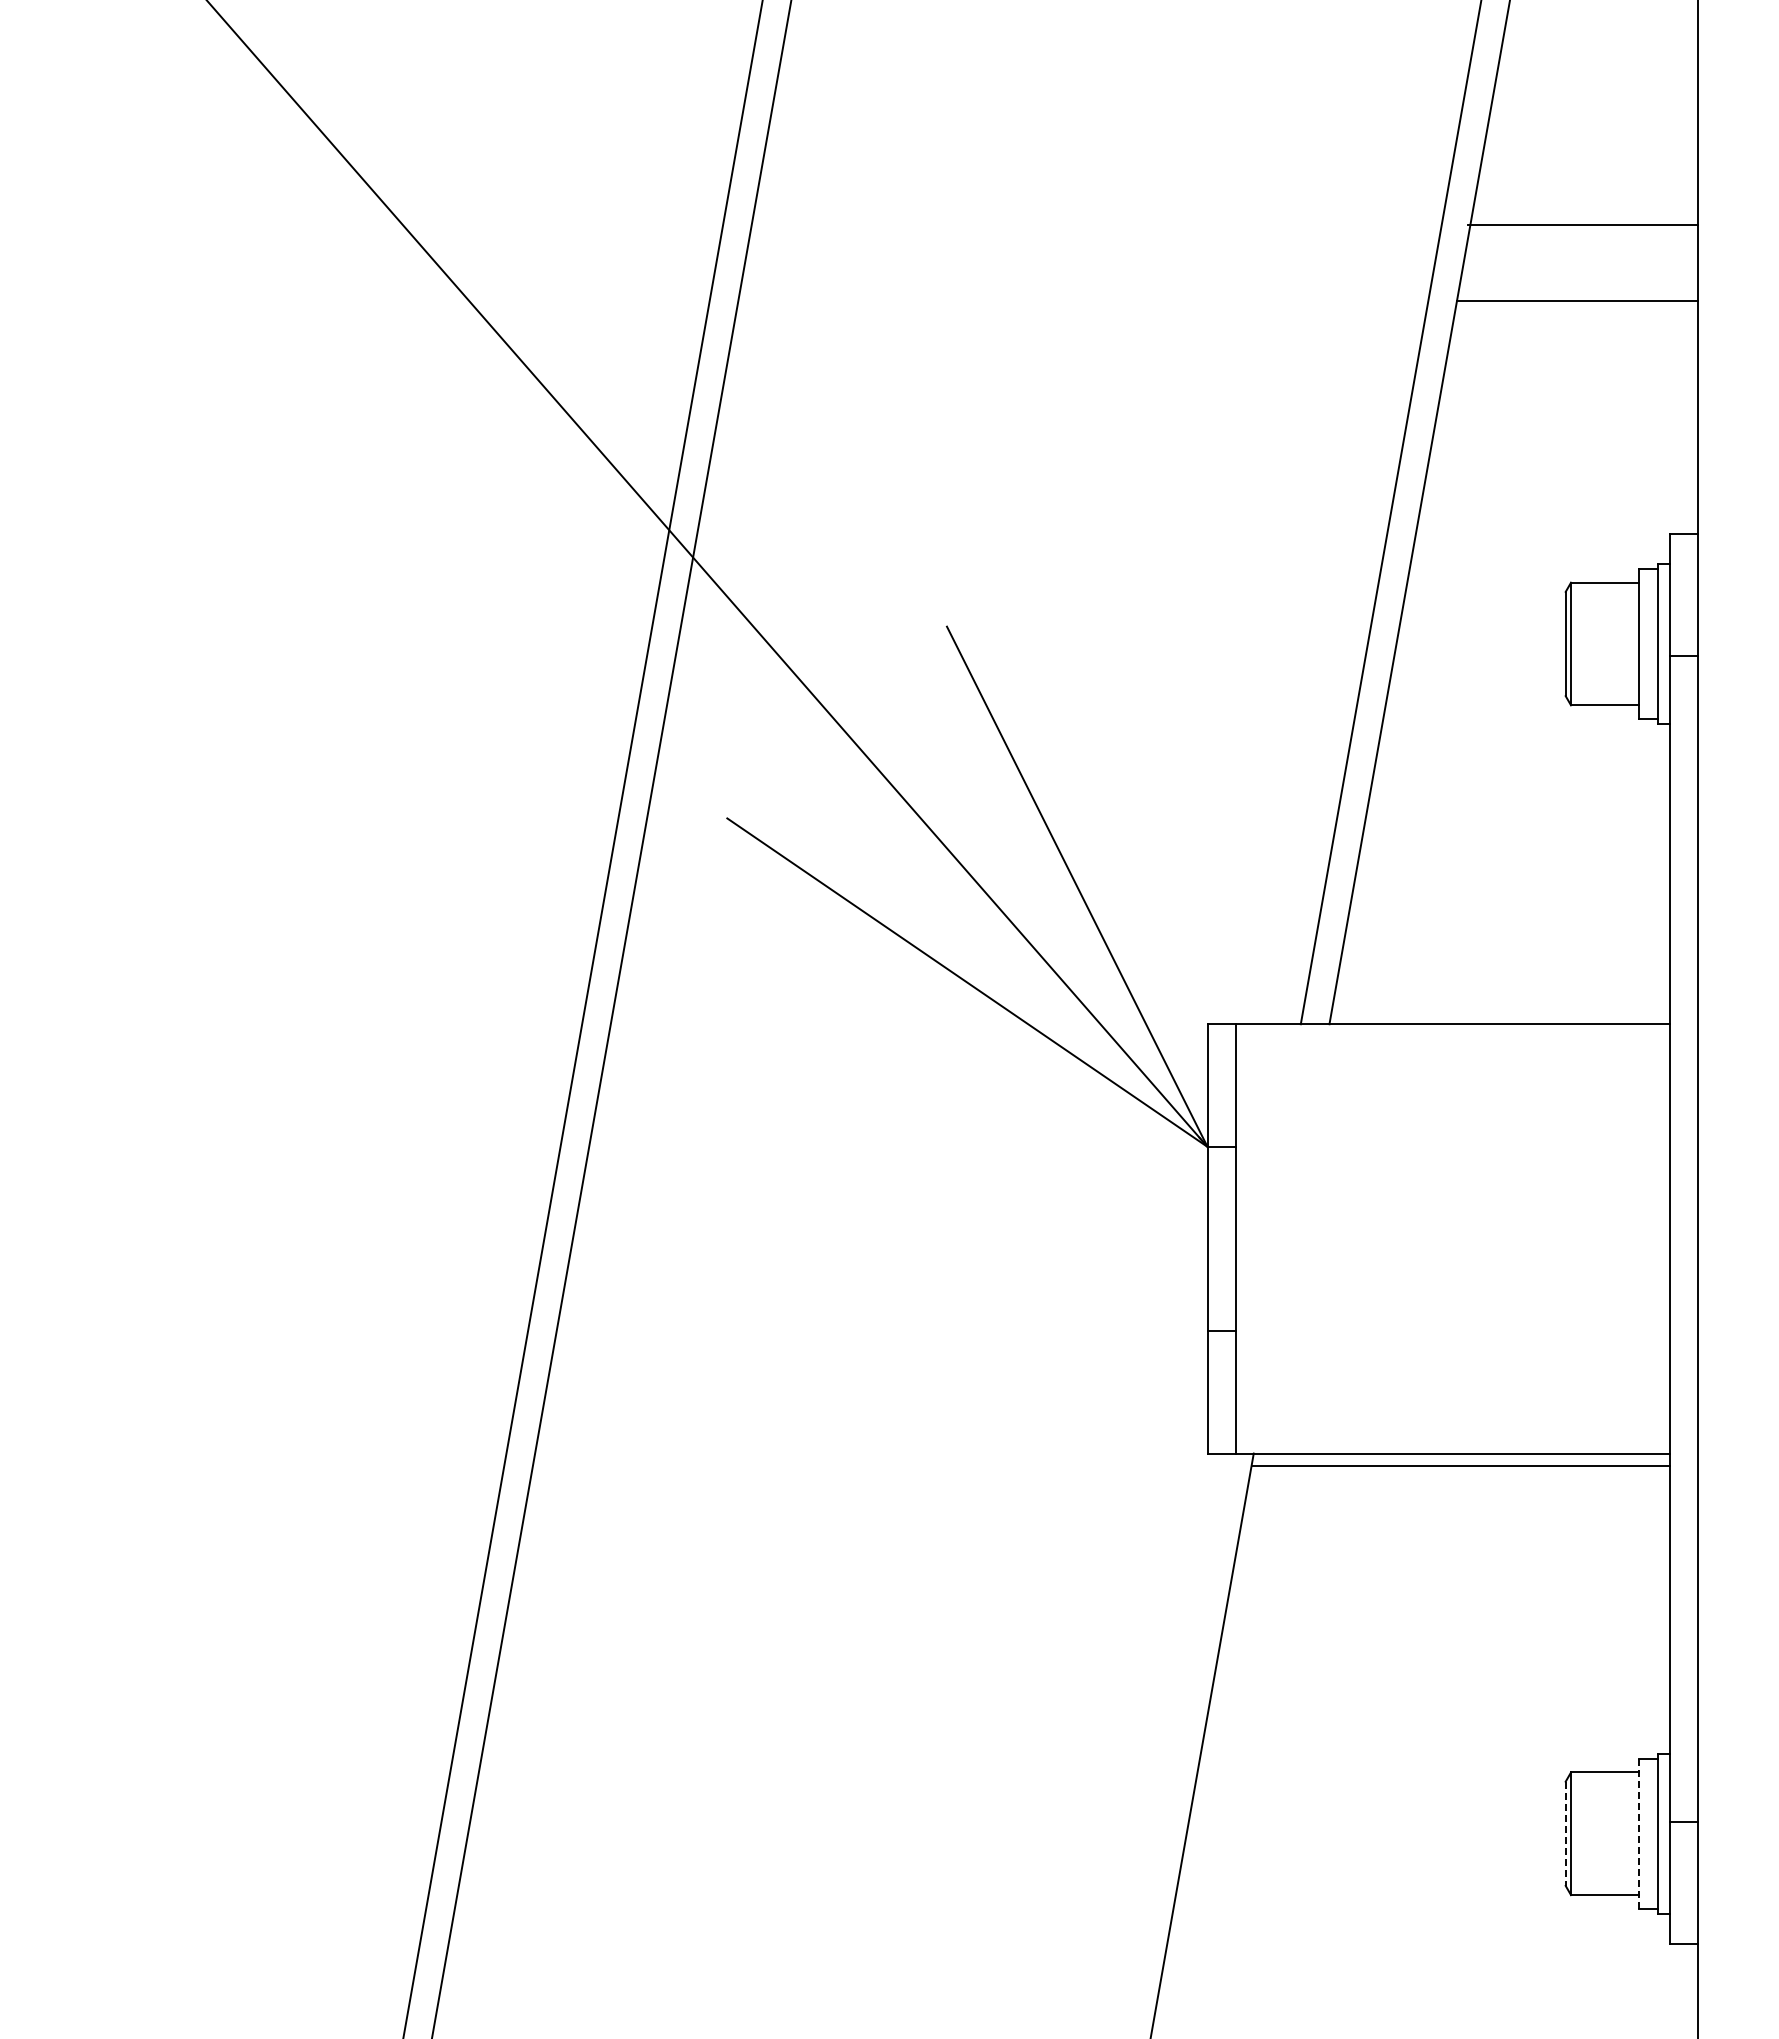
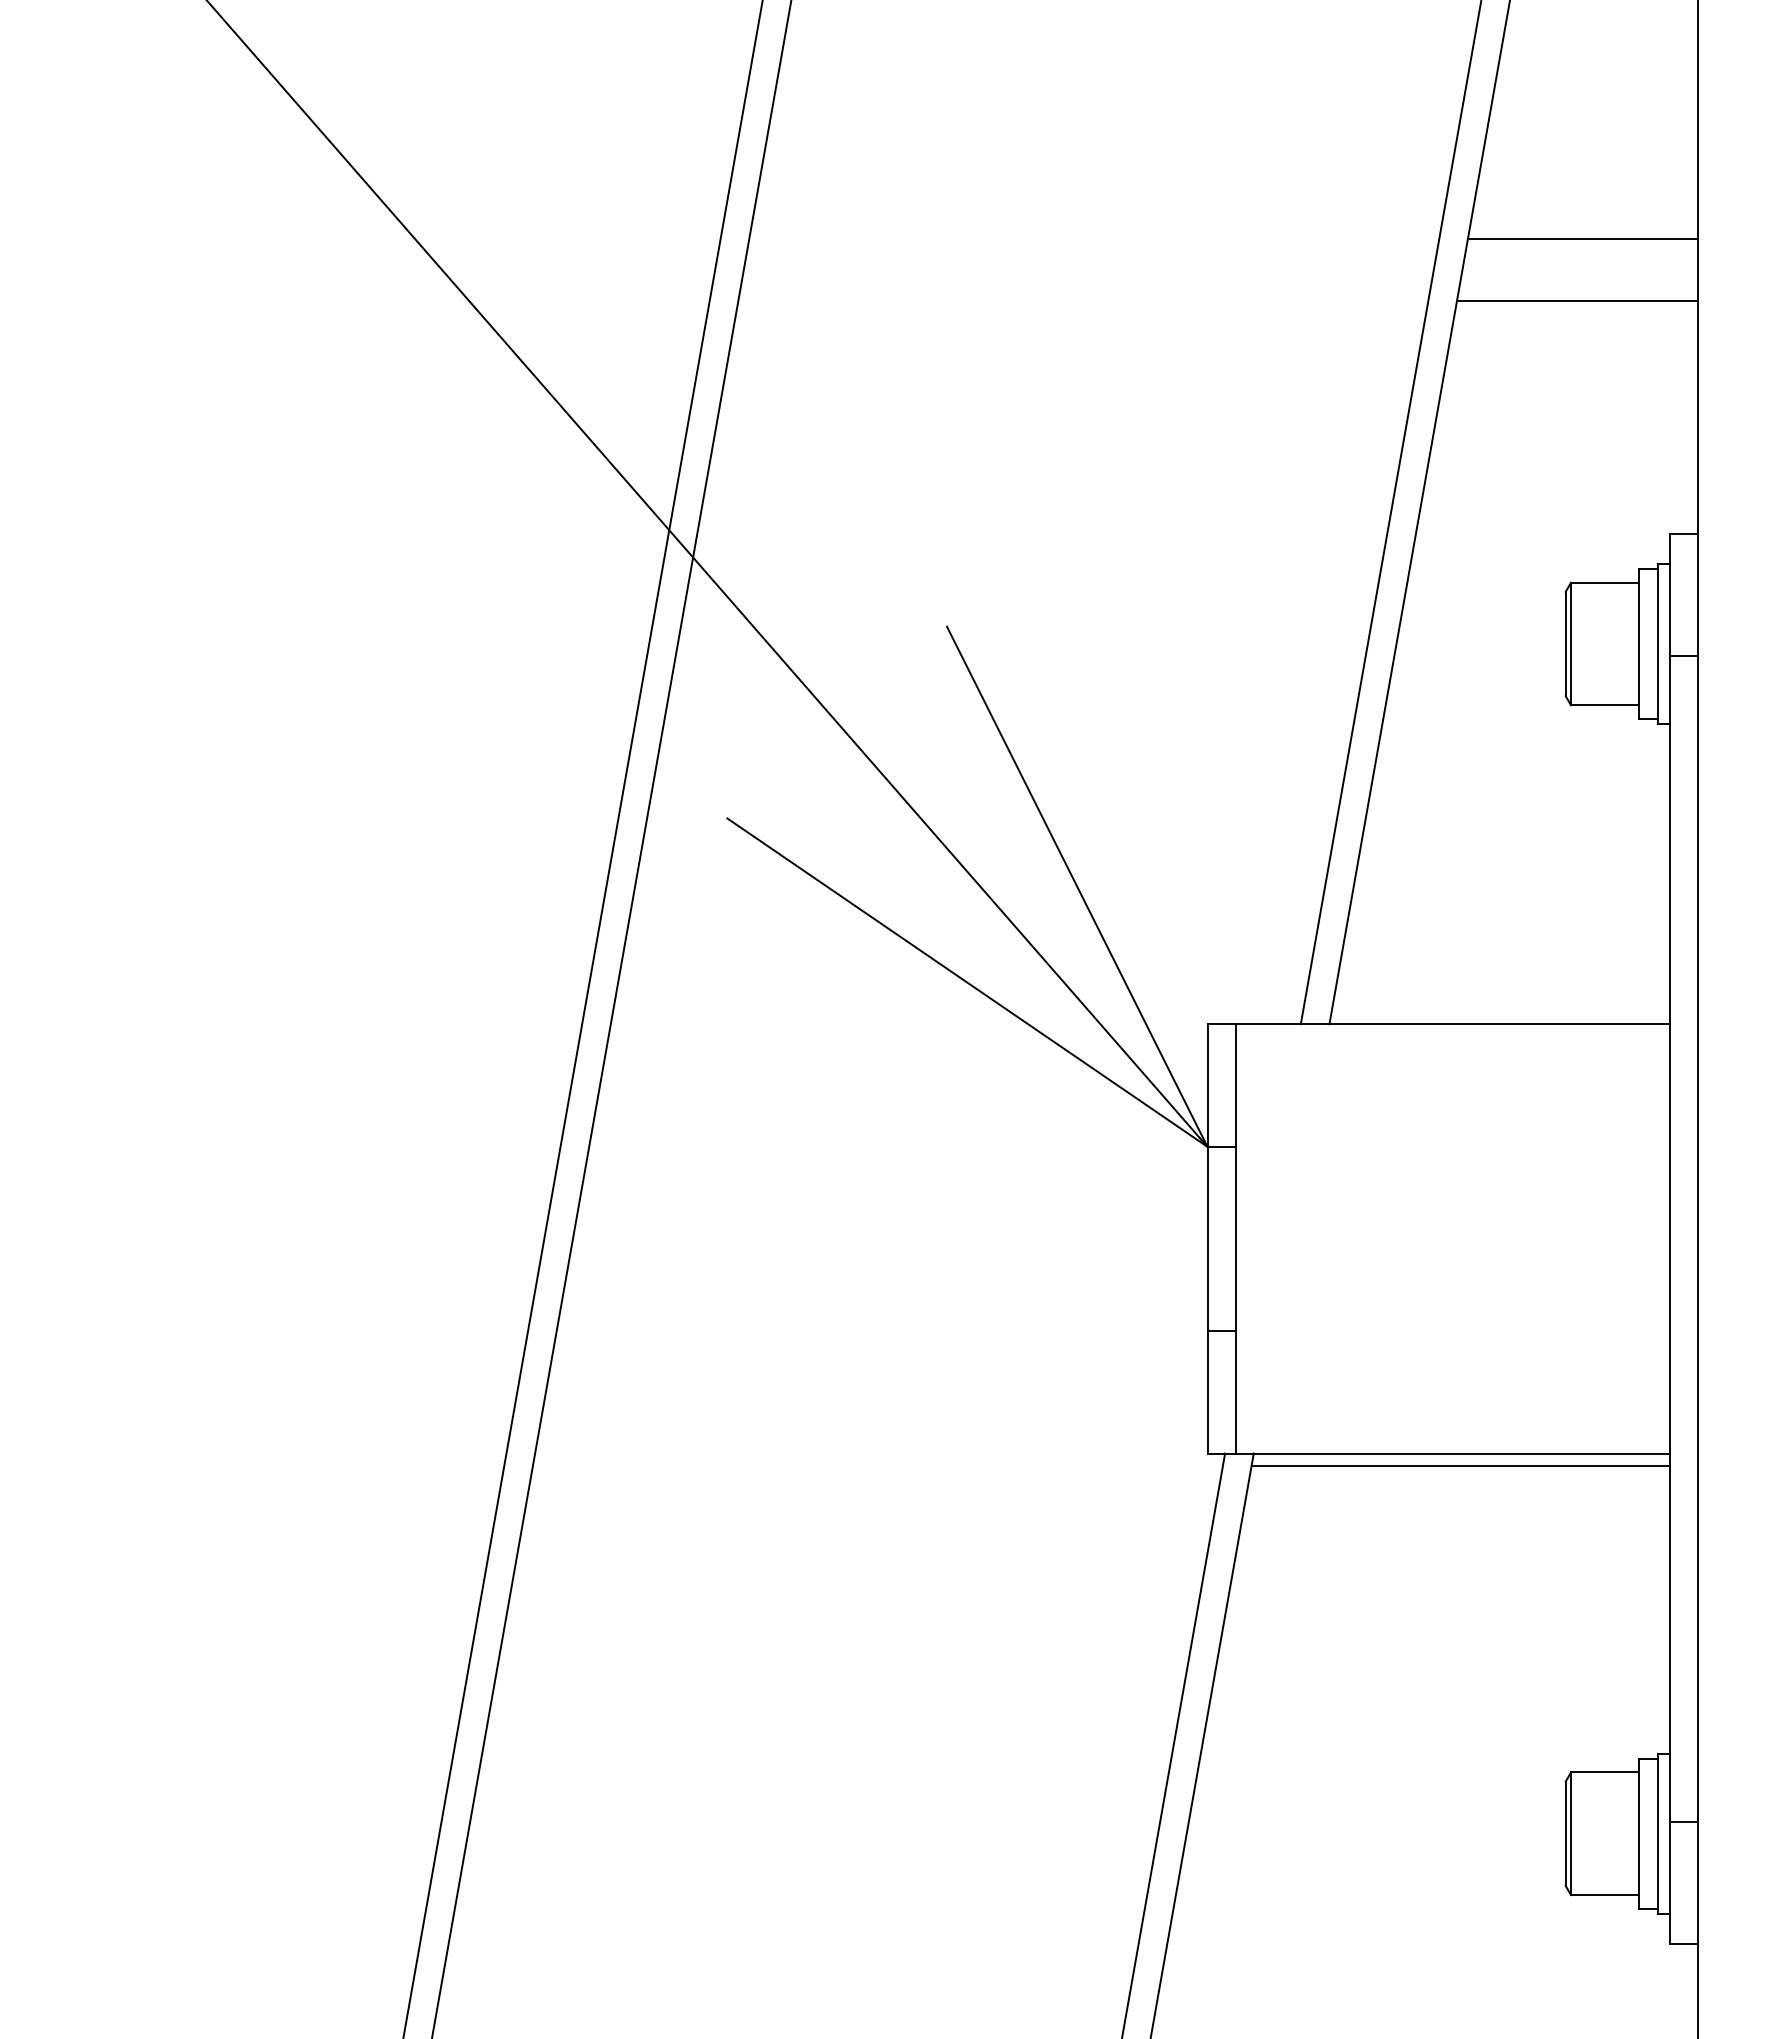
line at (1582, 225) position: (1582, 225) -> (1582, 239)
line at (1173, 1744): none -> present
line at (1639, 1833): dashed -> solid
line at (1565, 1834): dashed -> solid
